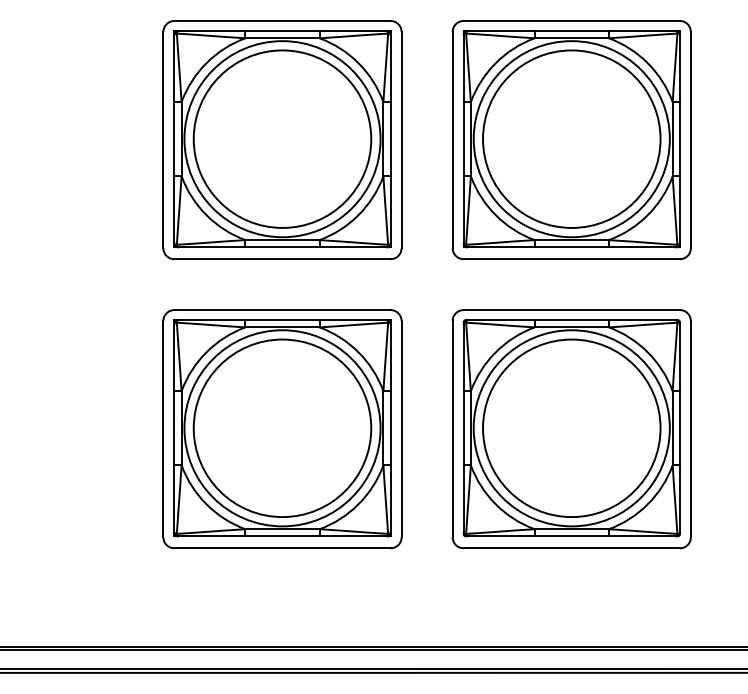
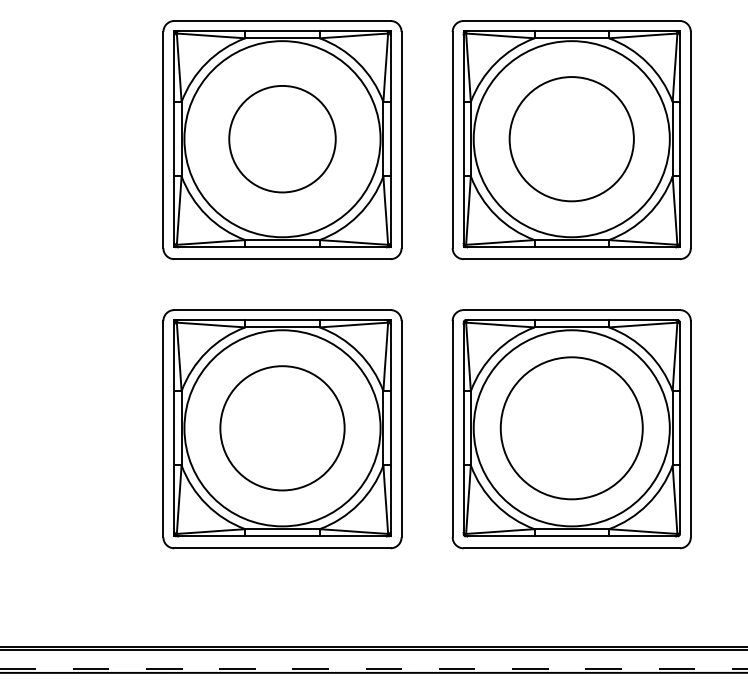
circle at (282, 138) diameter: 178 px -> 107 px
circle at (571, 138) diameter: 178 px -> 124 px
circle at (282, 428) diameter: 178 px -> 124 px
circle at (571, 428) diameter: 178 px -> 142 px
line at (374, 668): solid -> dashed
